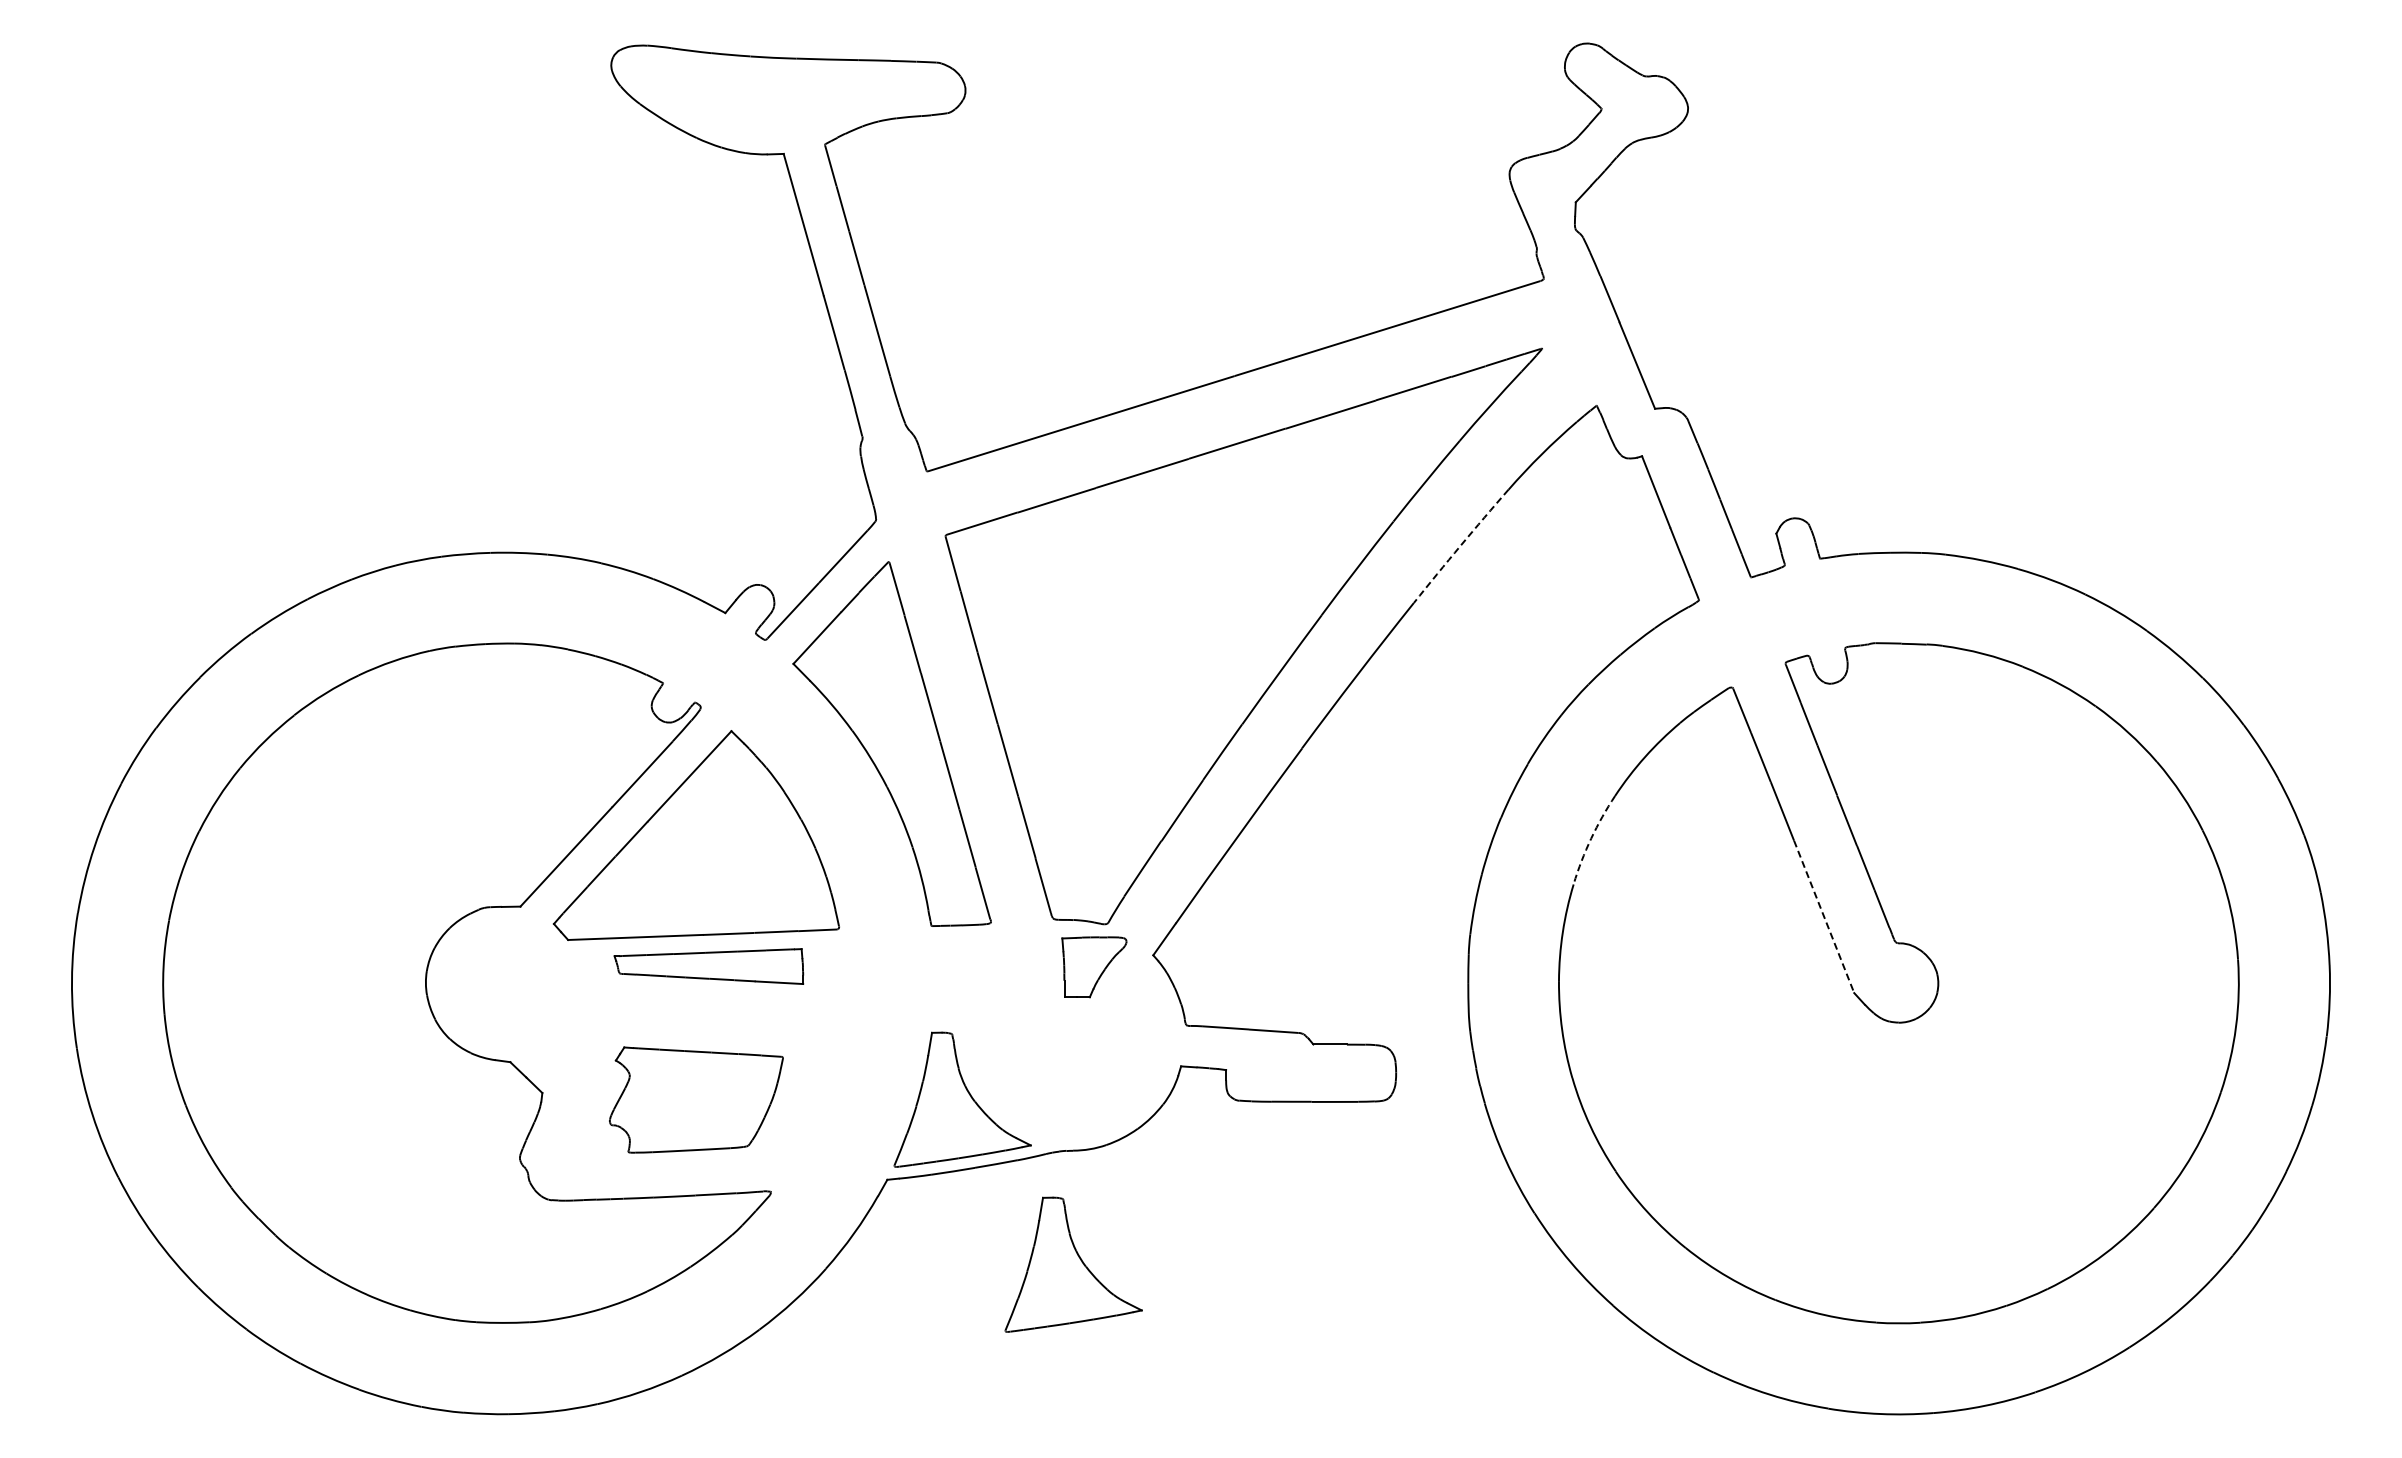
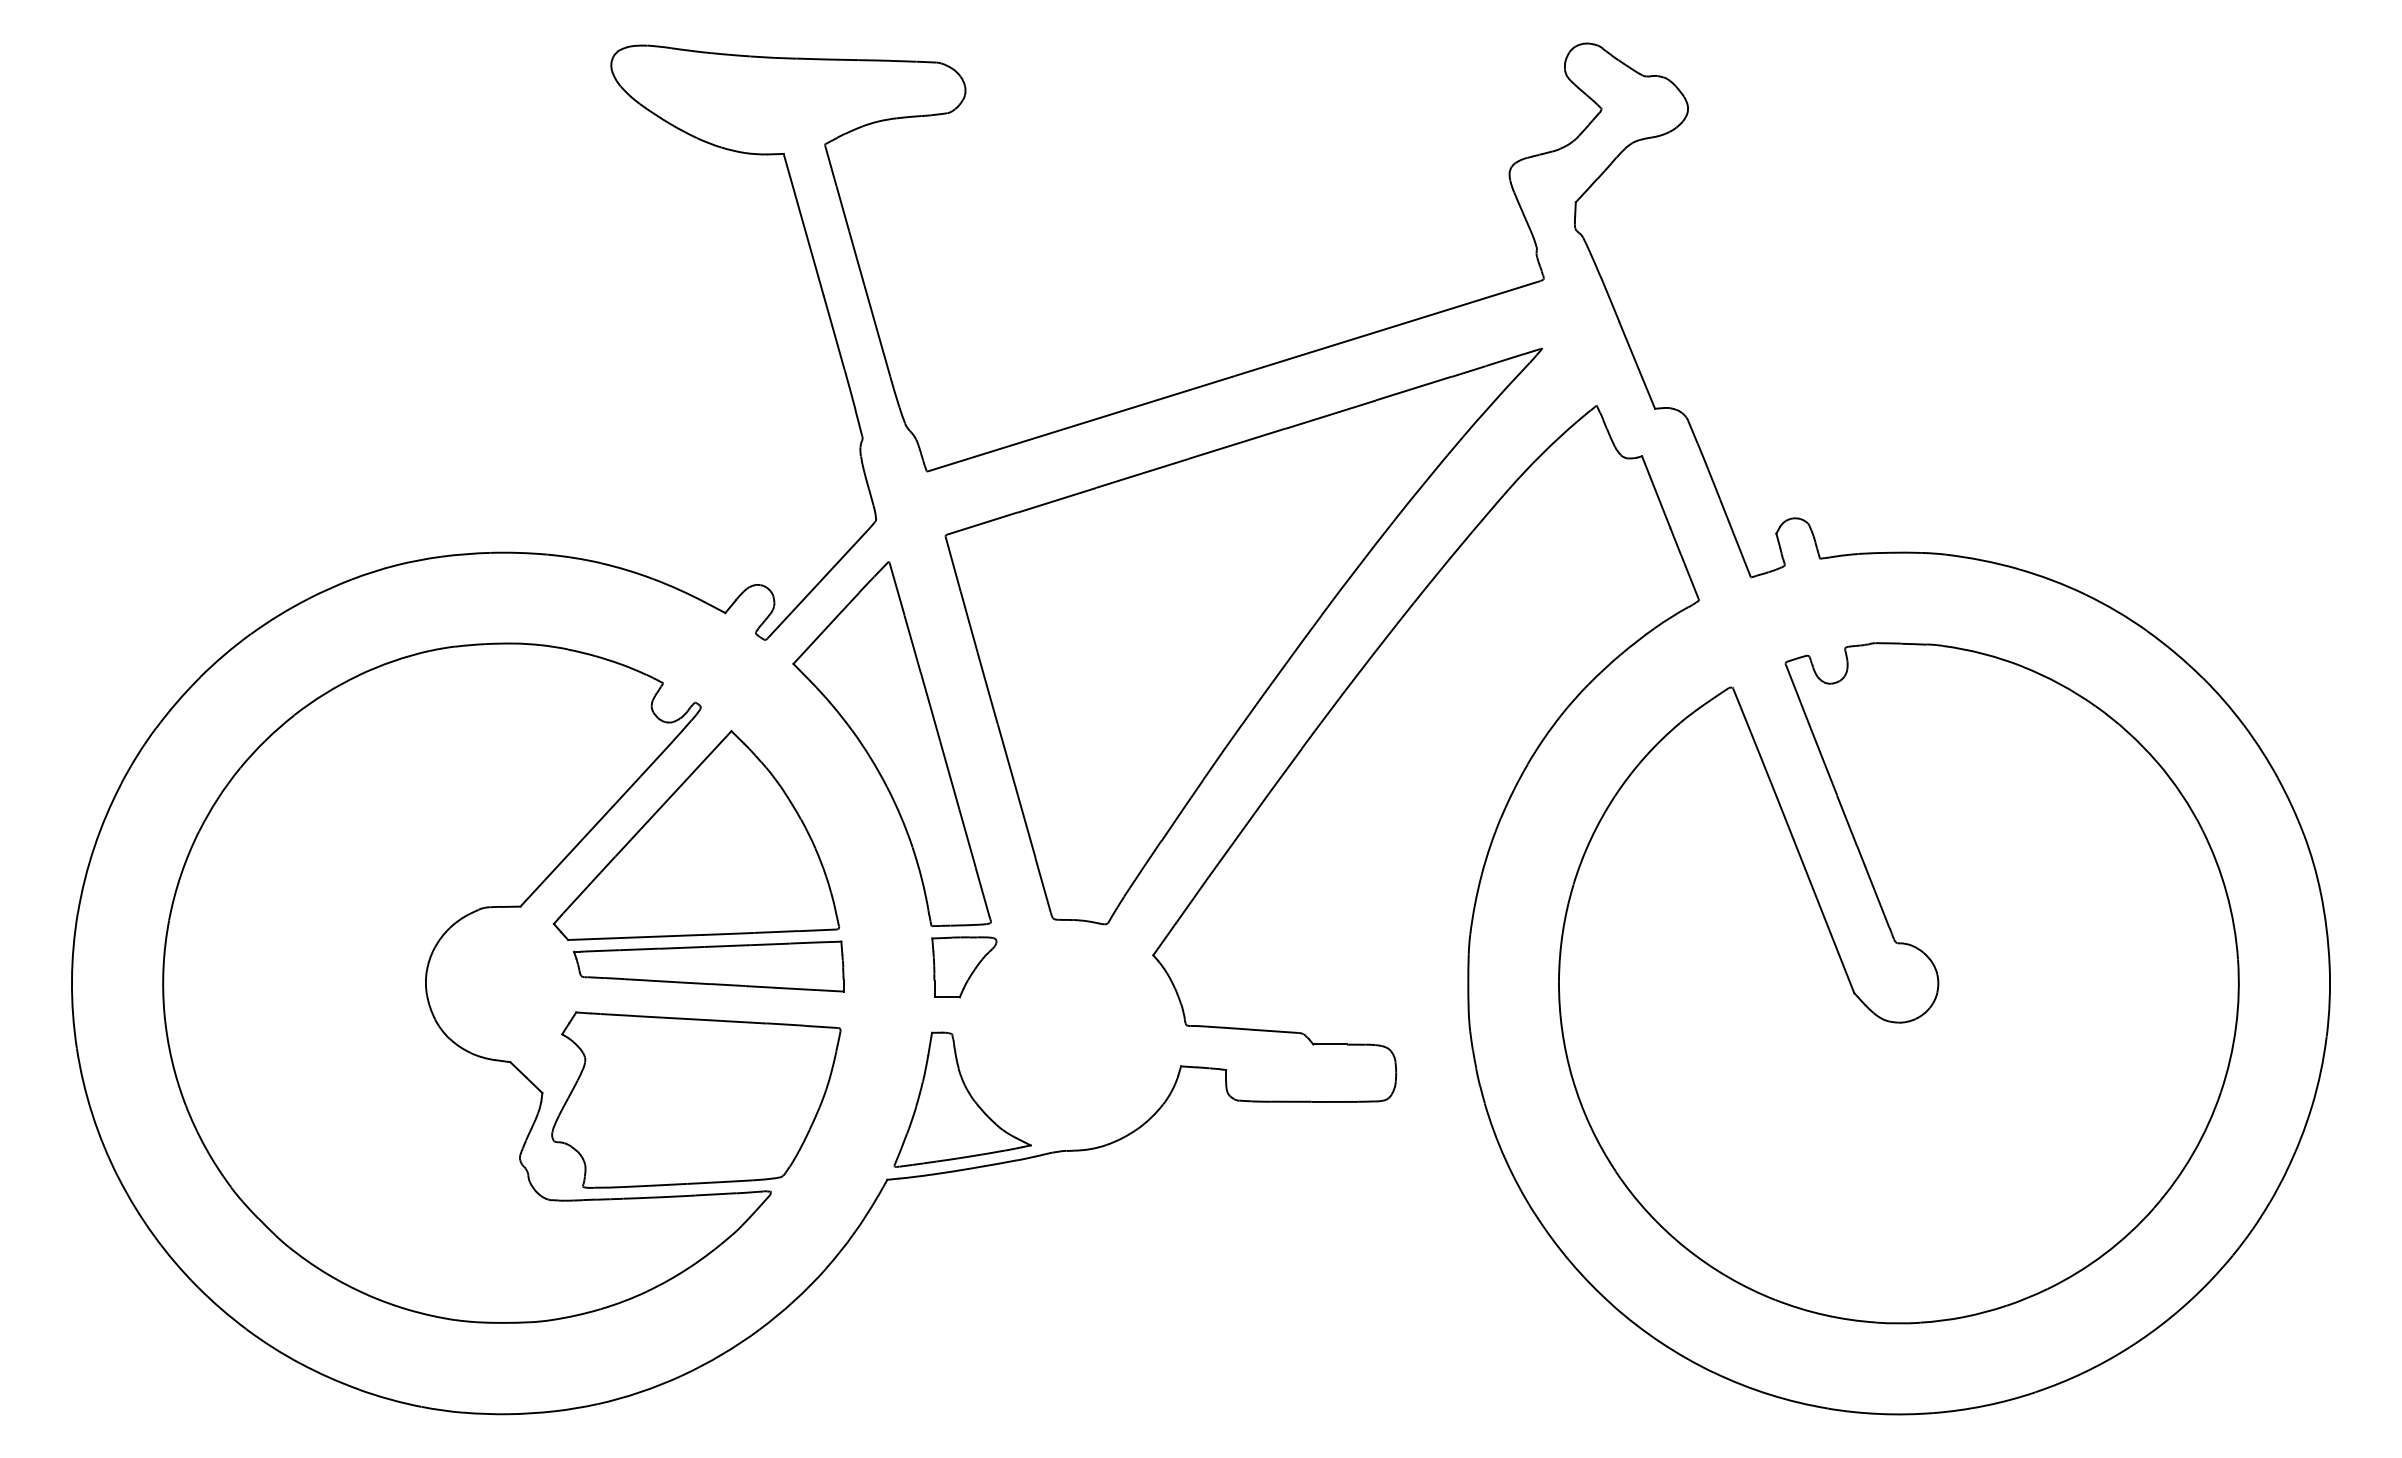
arc at (1460, 545): dashed -> solid
arc at (1591, 838): dashed -> solid
line at (1824, 916): dashed -> solid
part at (708, 966) size: 192x37 px -> 272x53 px
part at (1094, 967) position: (1094, 967) -> (964, 967)
part at (696, 1099) size: 175x108 px -> 291x178 px
part at (1073, 1264): present -> none
